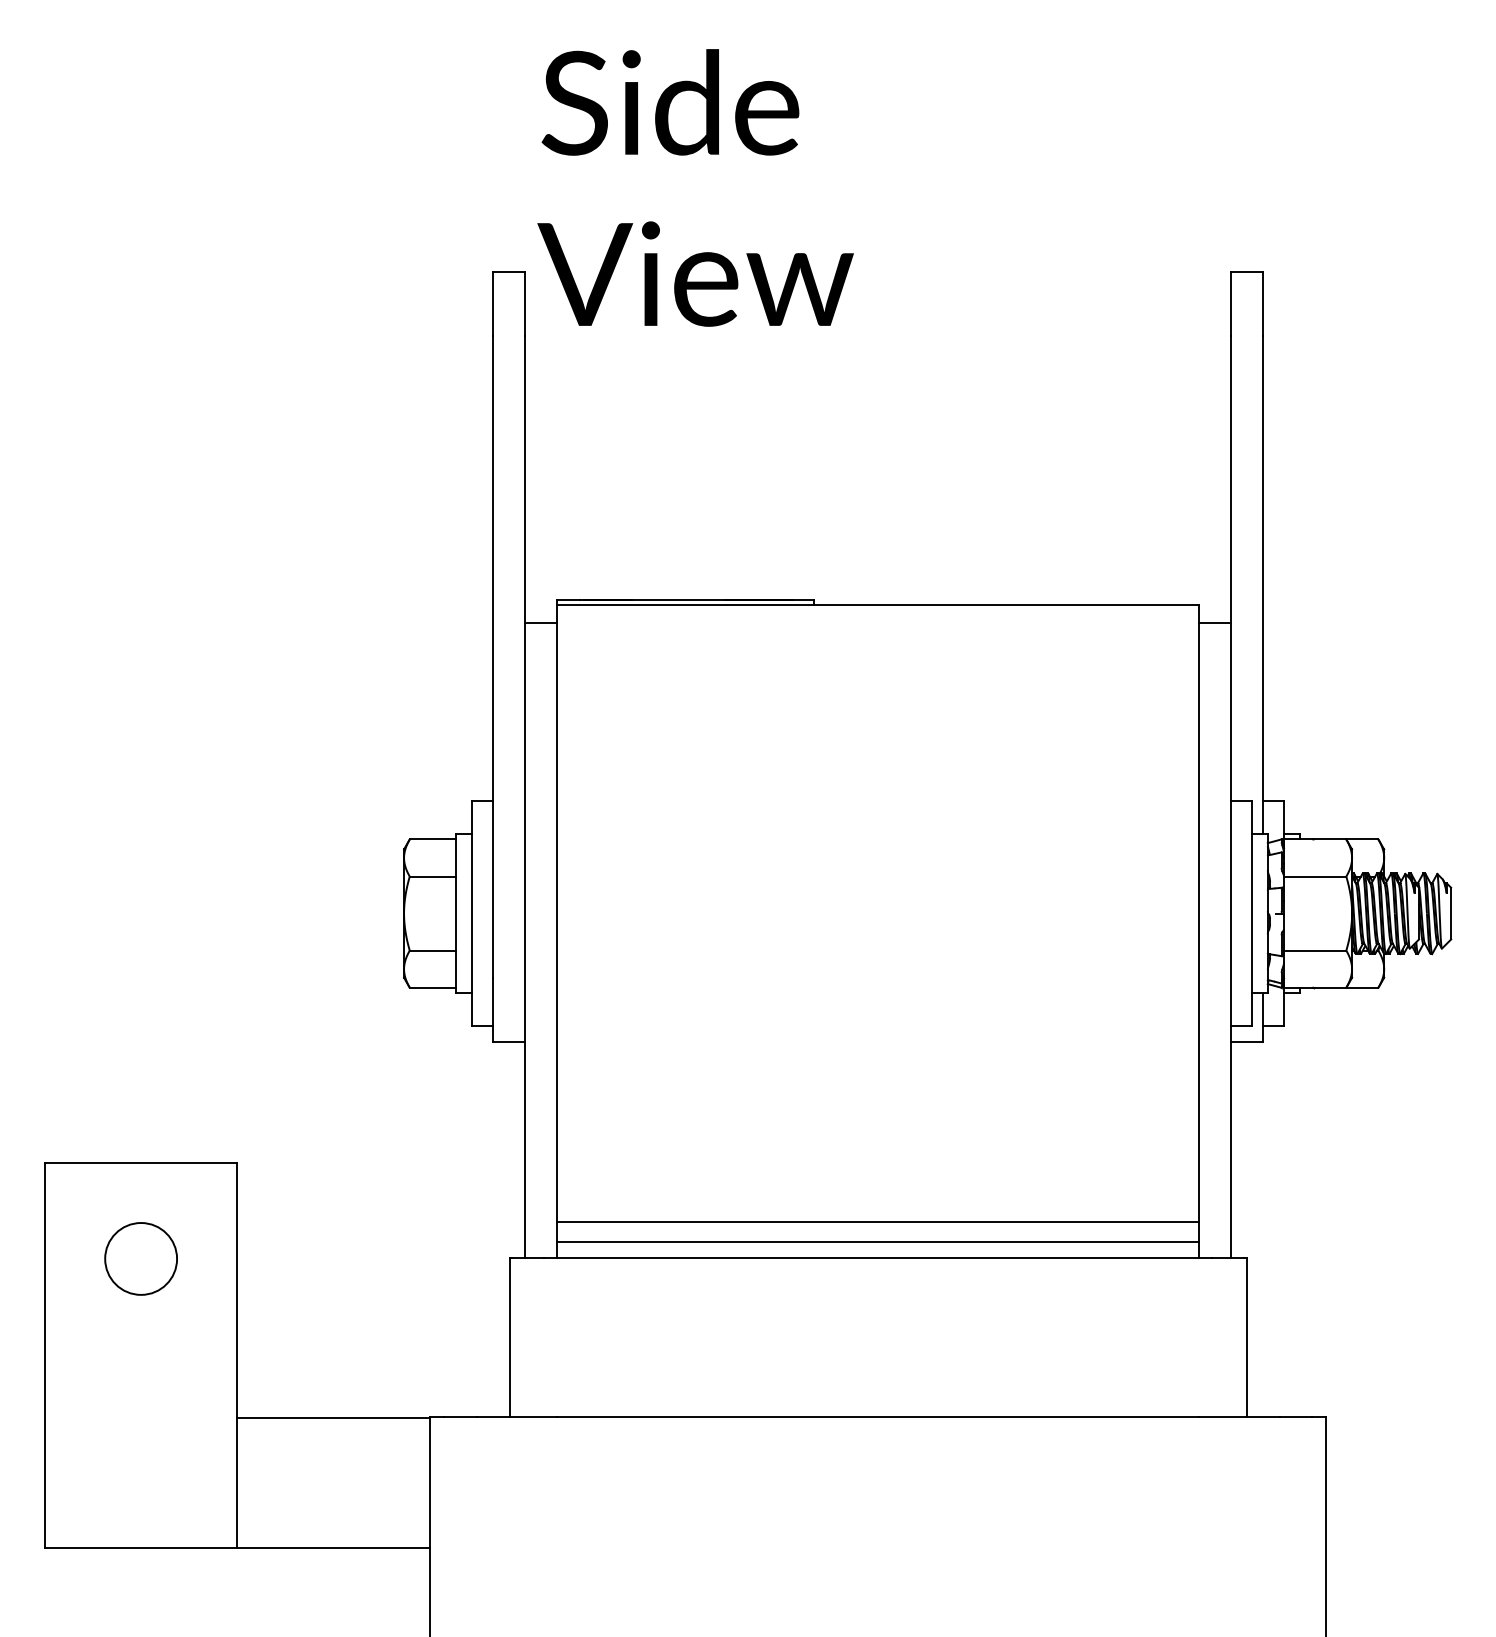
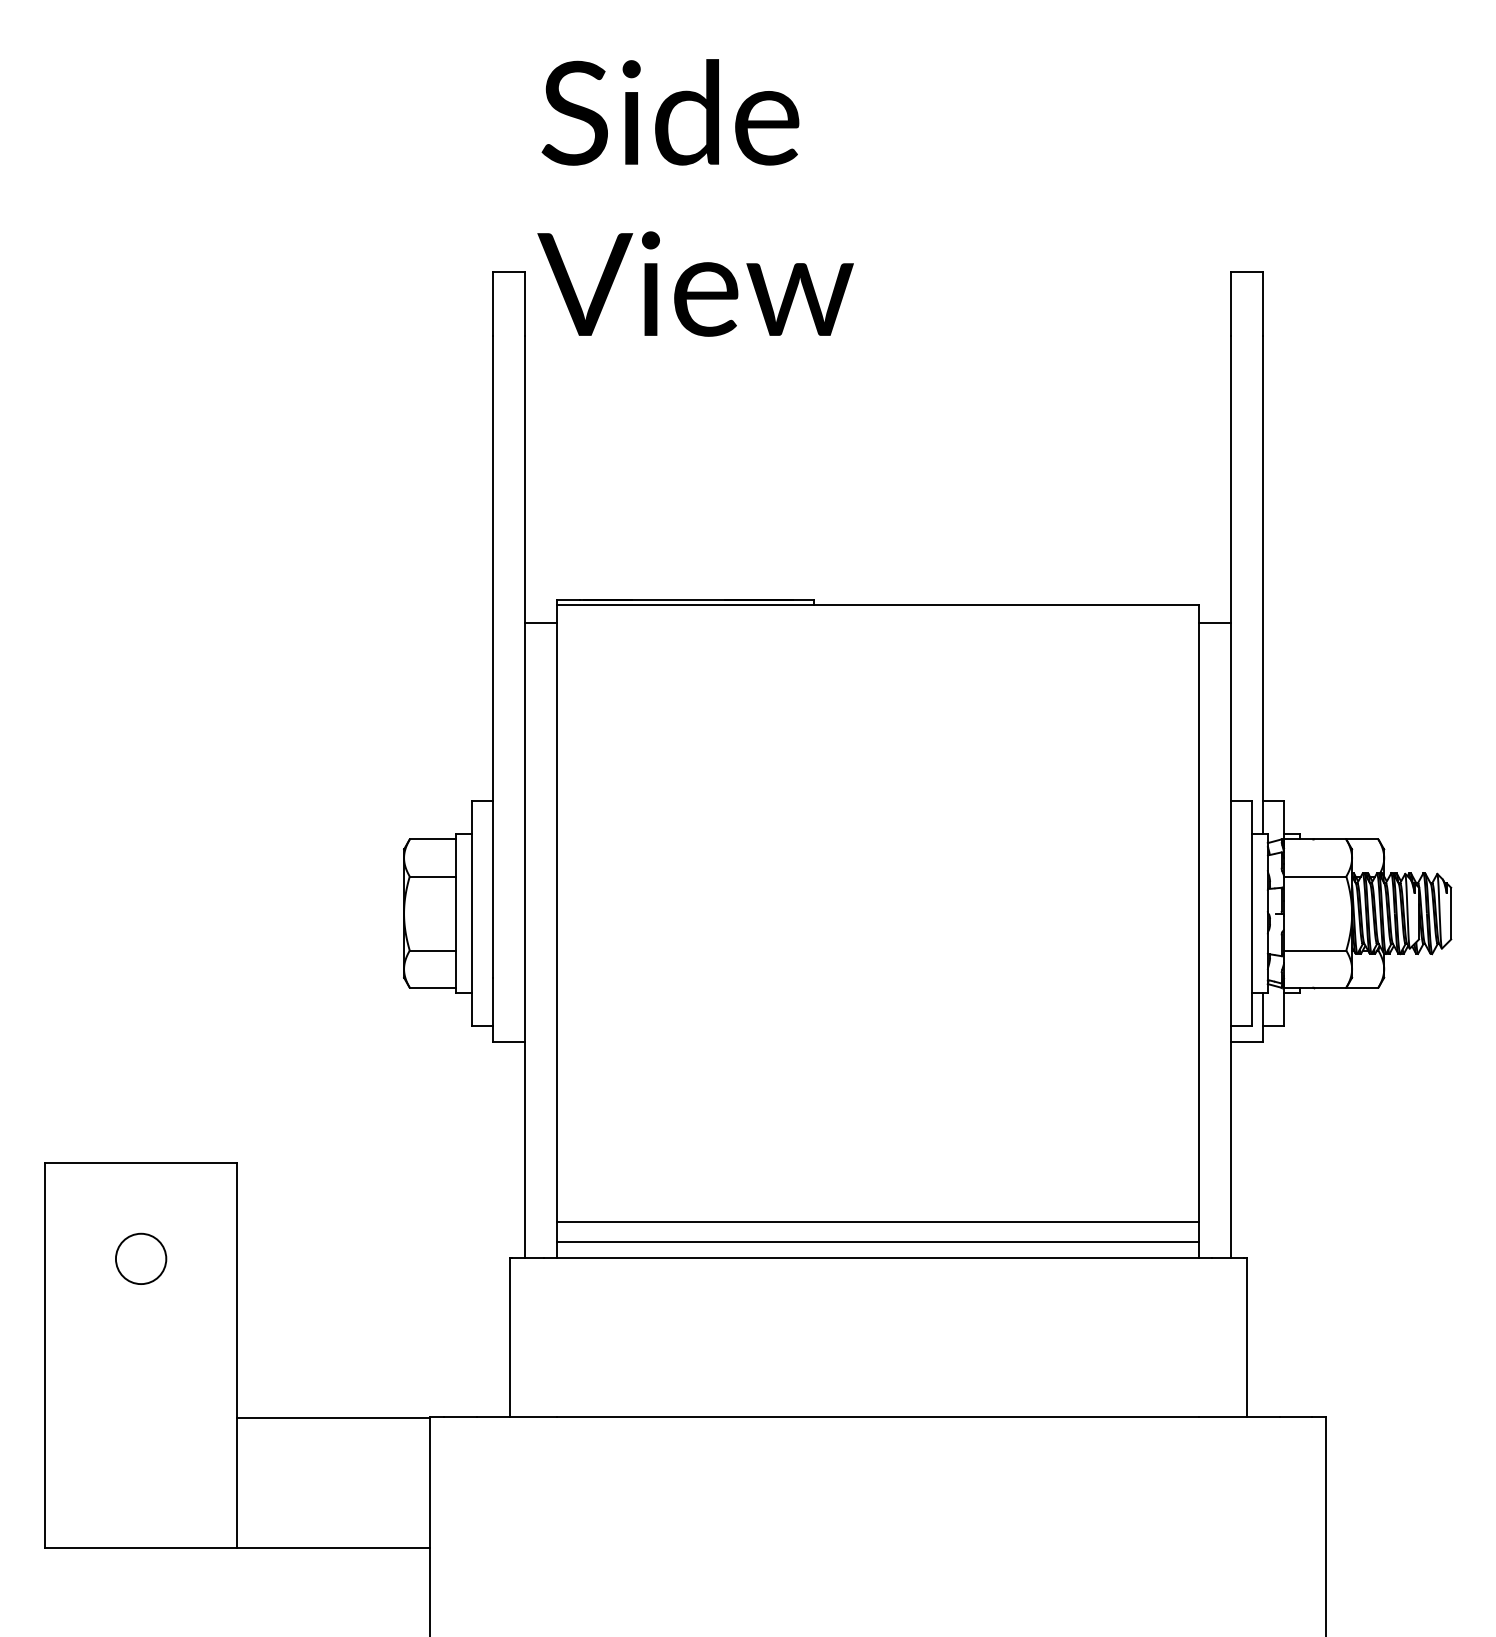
text at (695, 187) position: (695, 187) -> (695, 197)
circle at (141, 1258) diameter: 72 px -> 50 px
